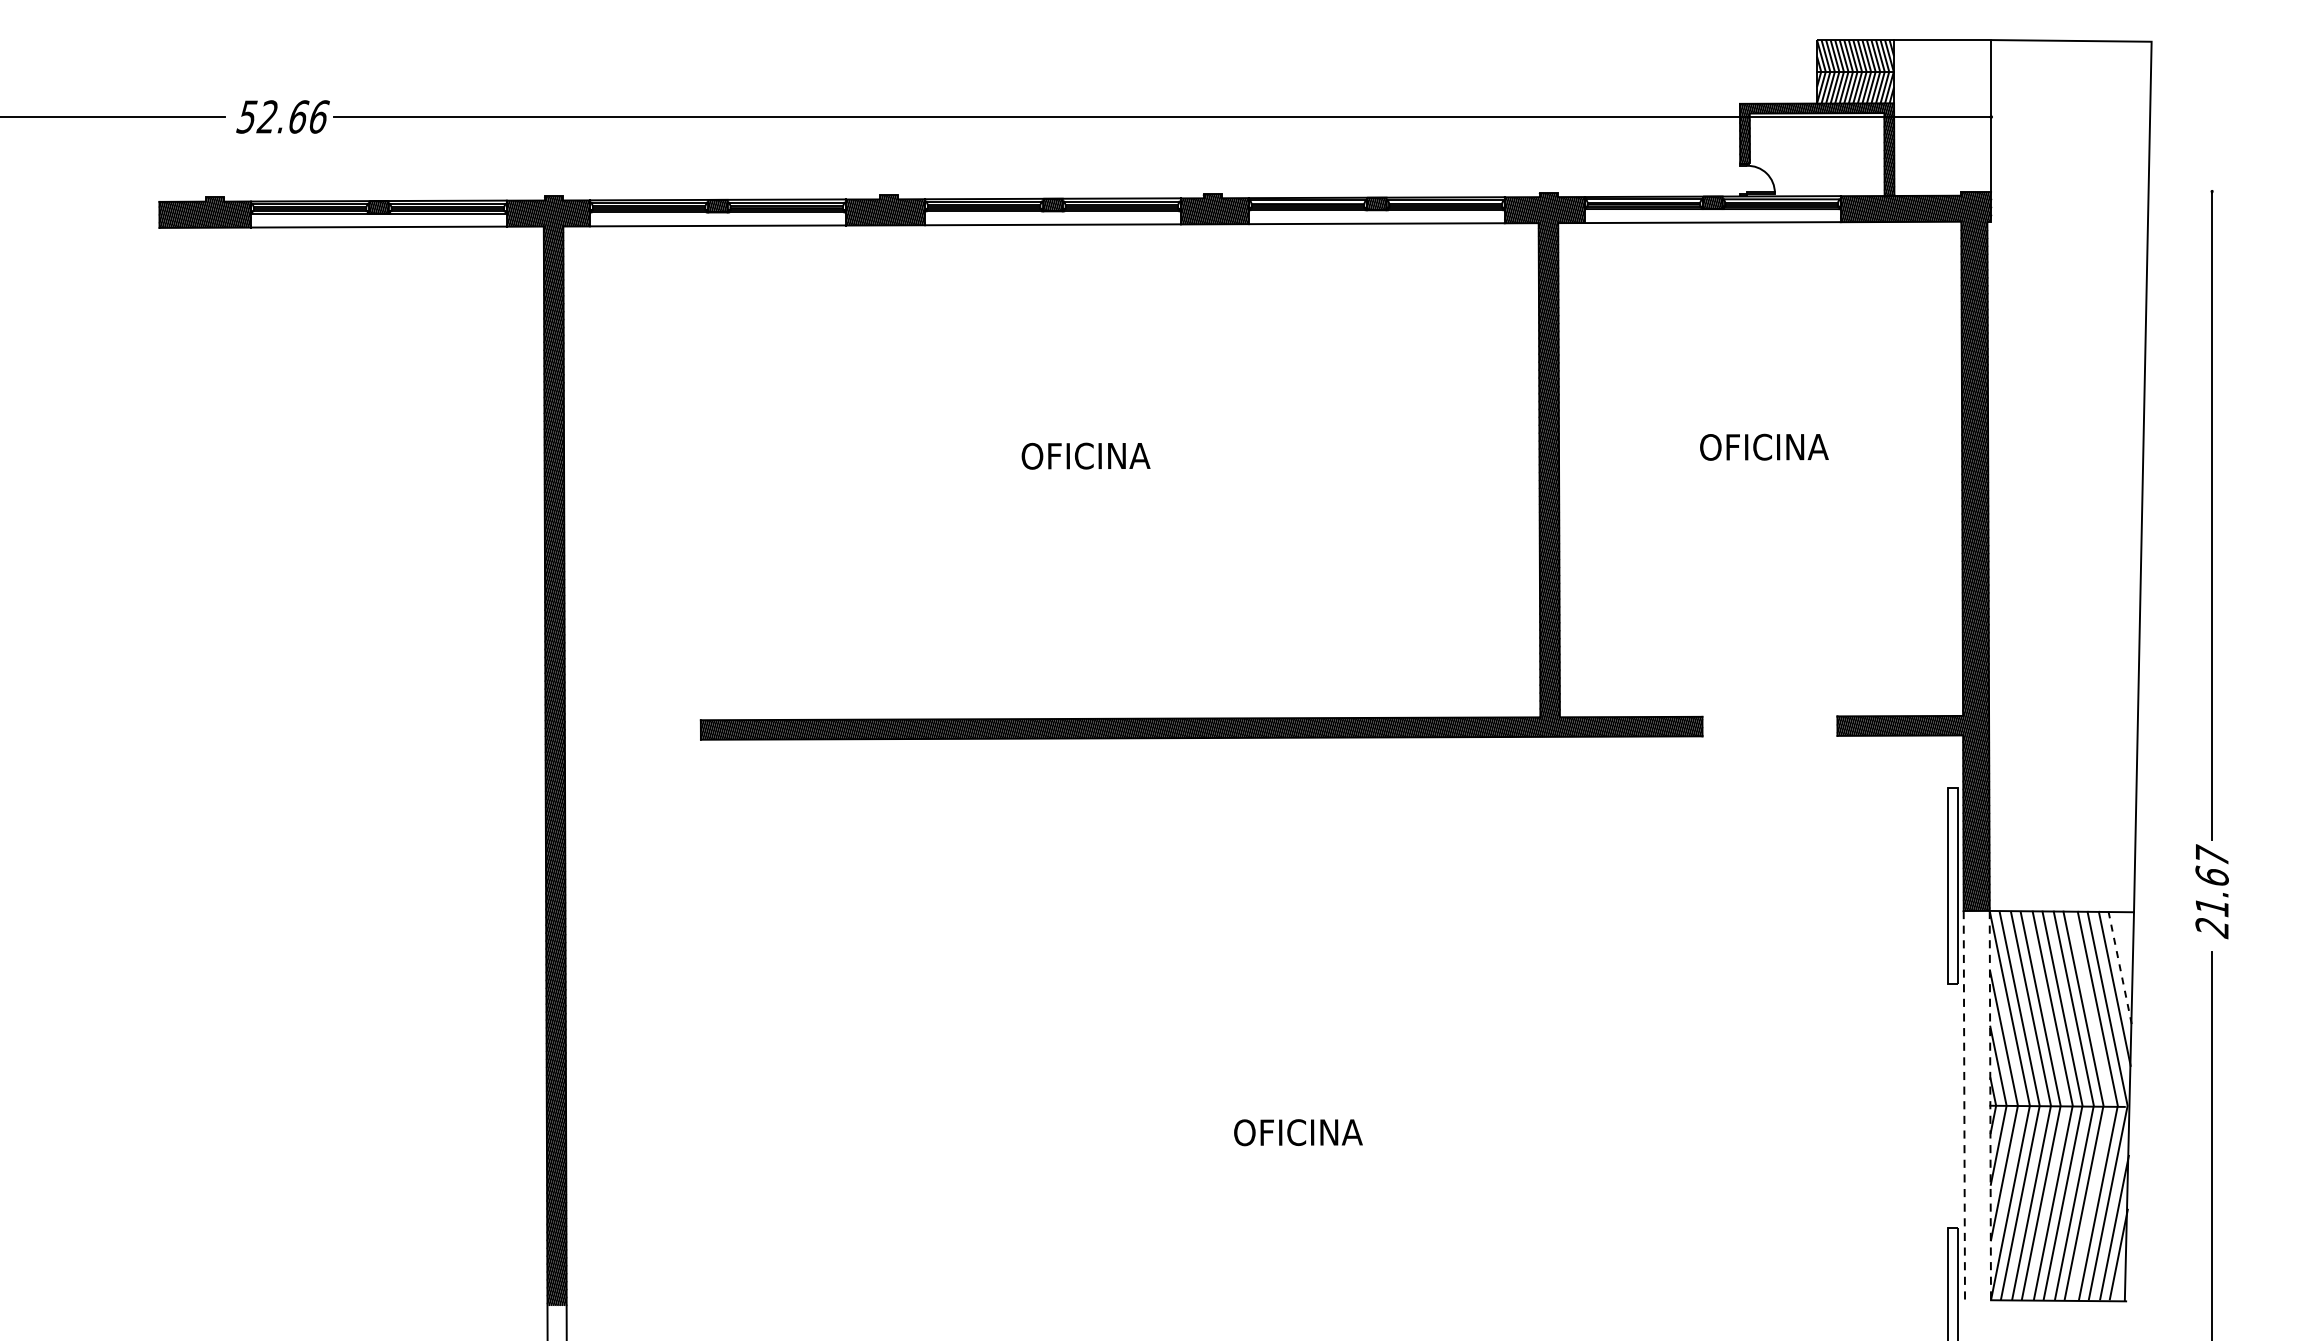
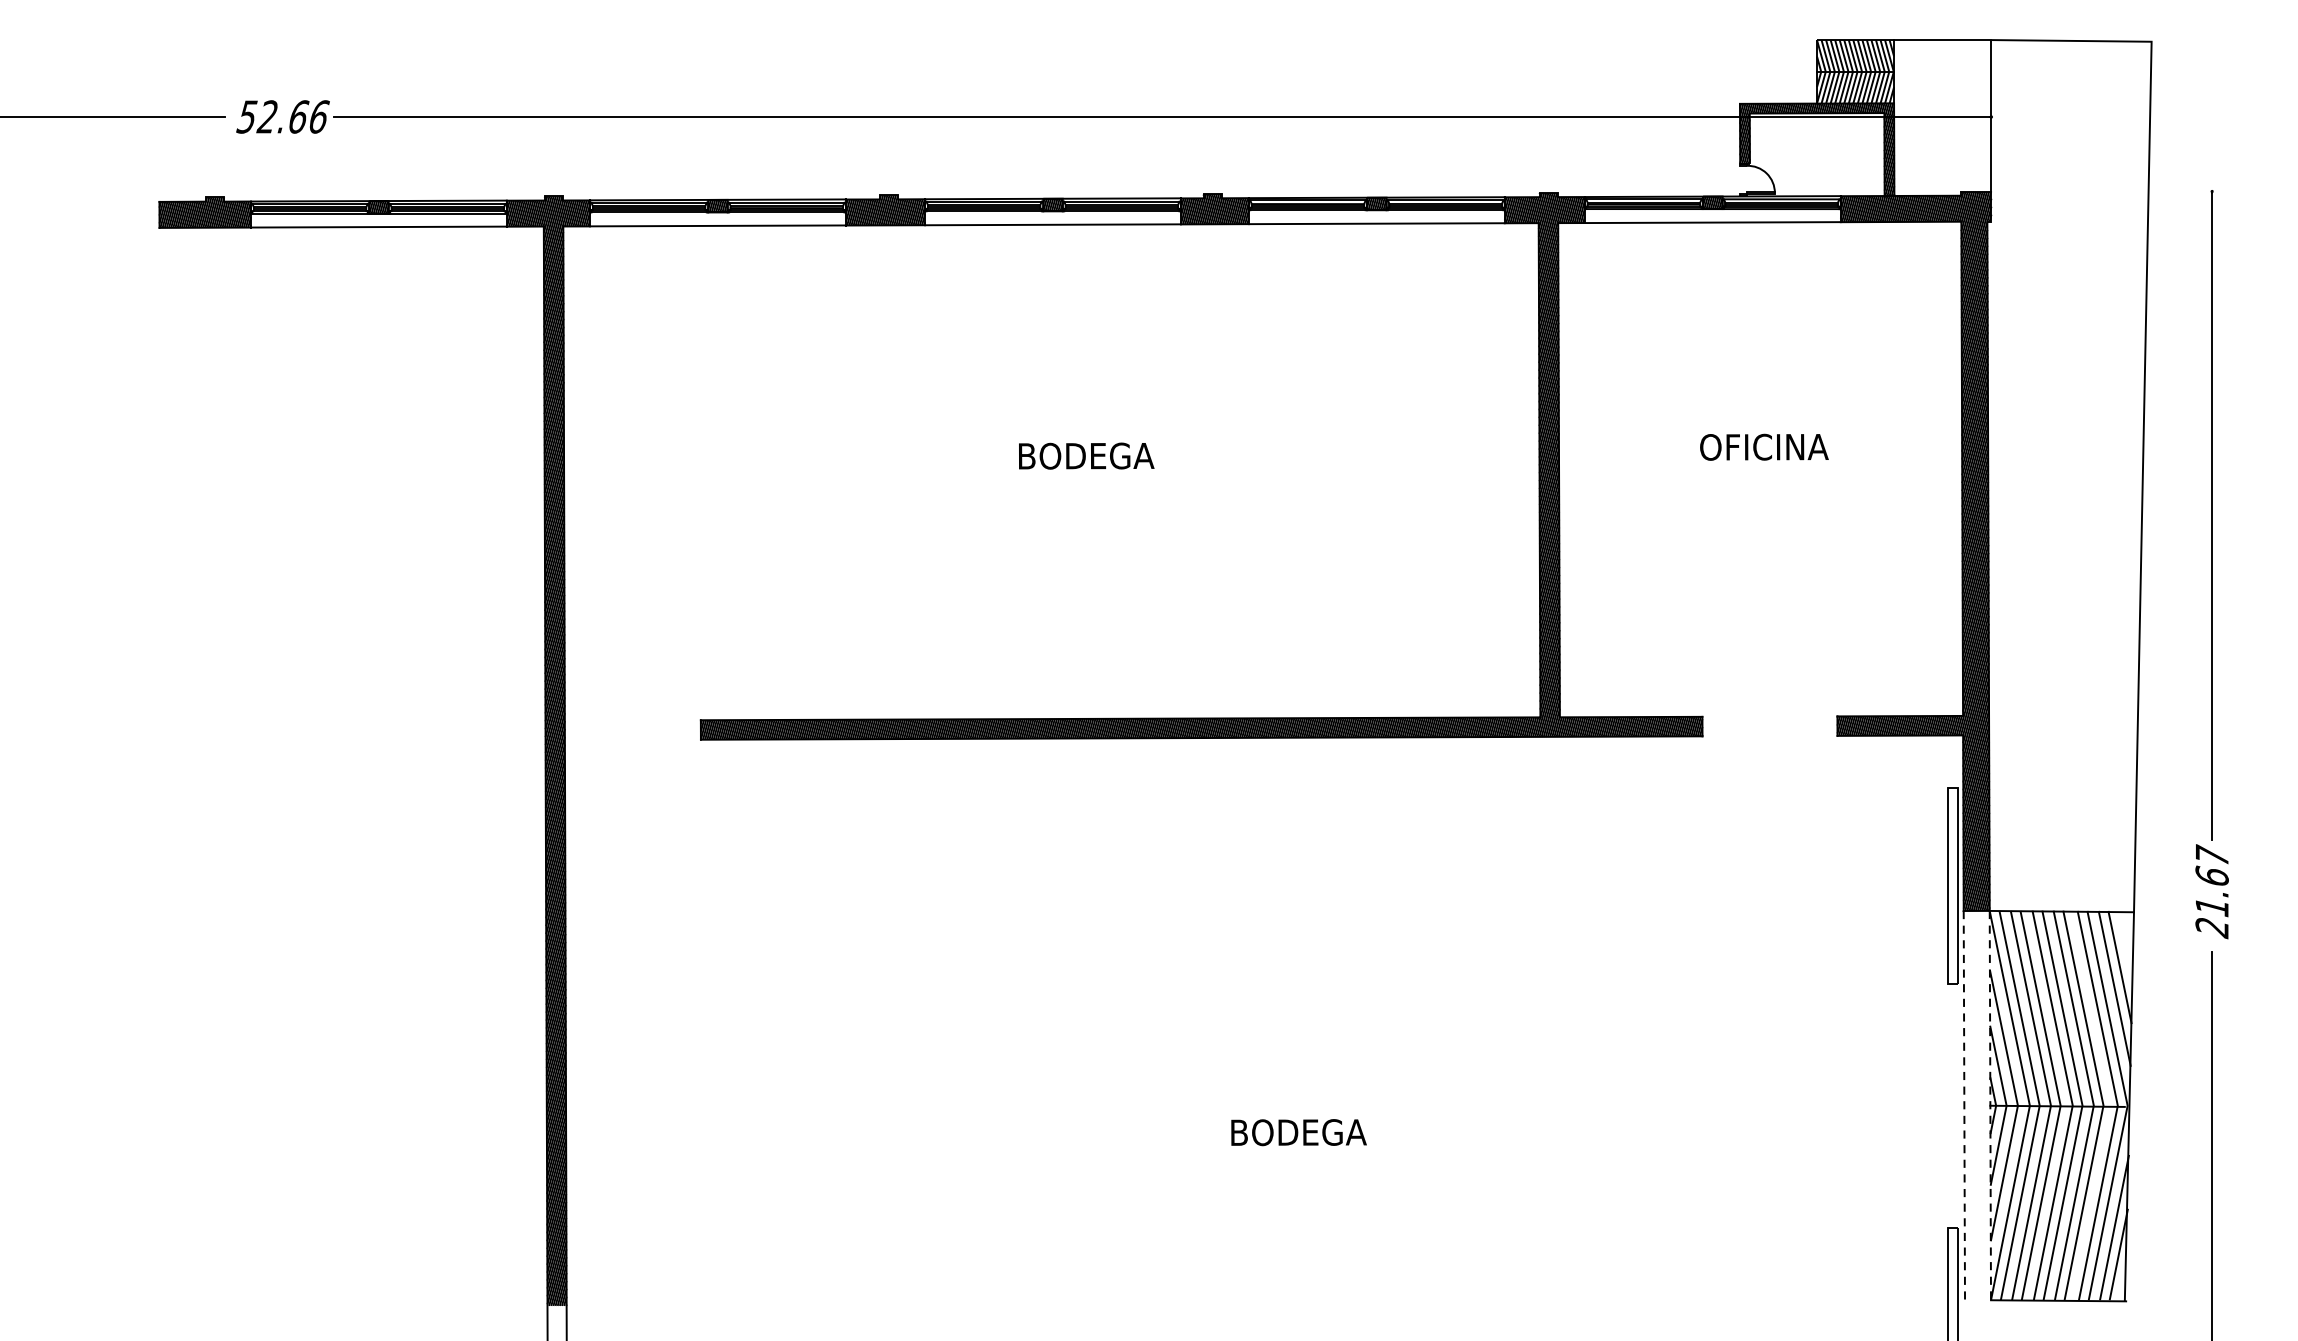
text at (1086, 455): OFICINA -> BODEGA
line at (2120, 967): dashed -> solid
text at (1298, 1132): OFICINA -> BODEGA
